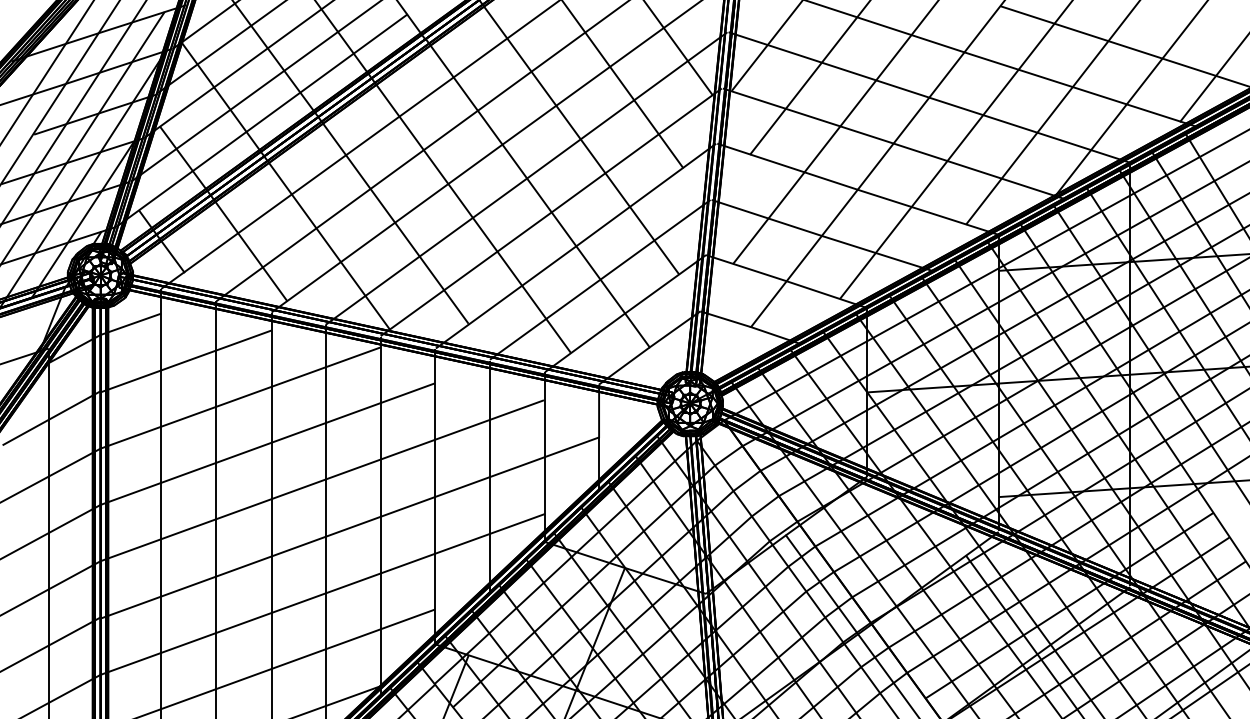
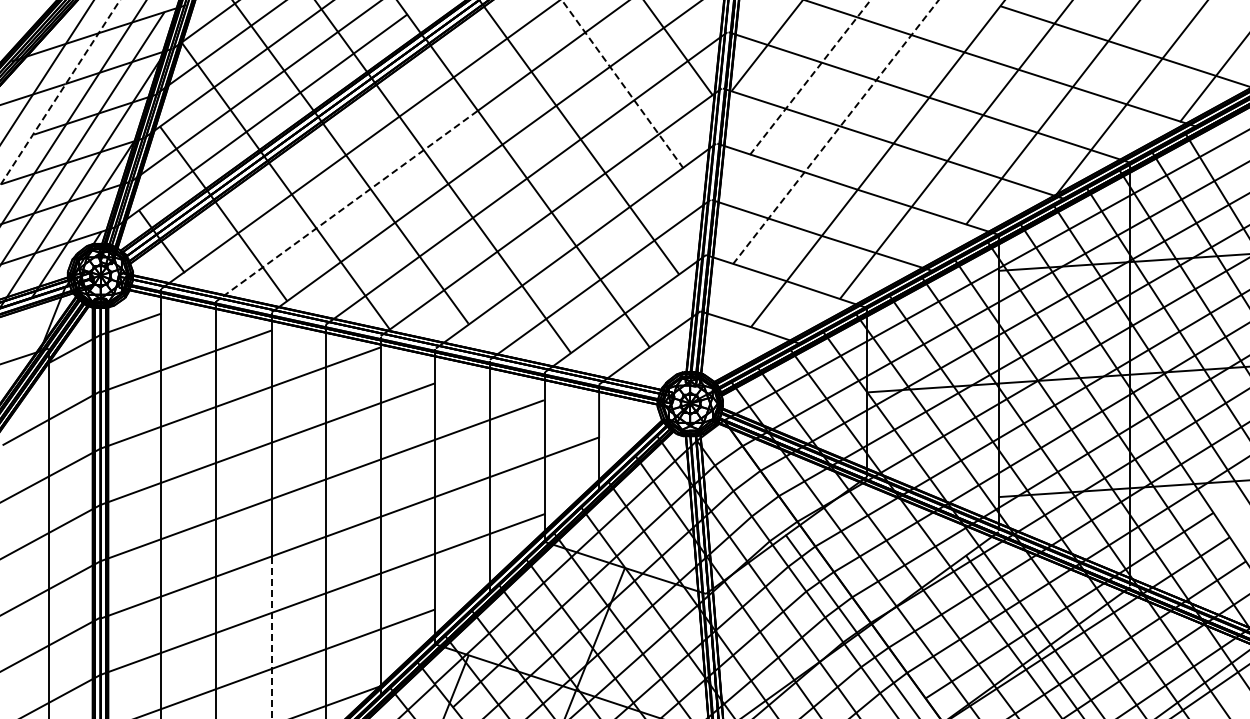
line at (810, 77): solid -> dashed
line at (622, 84): solid -> dashed
line at (60, 92): solid -> dashed
line at (836, 131): solid -> dashed
line at (347, 206): solid -> dashed
line at (271, 637): solid -> dashed
